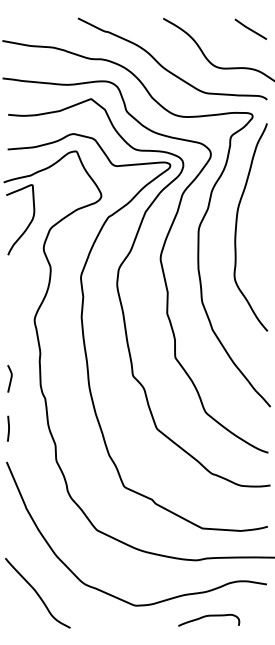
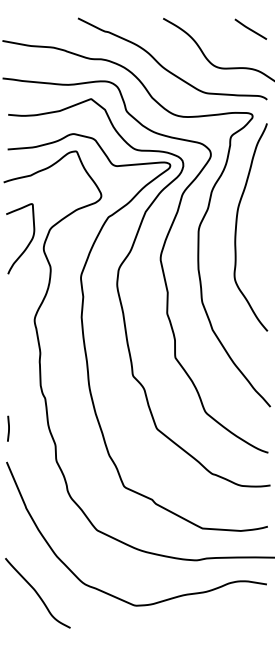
curve at (27, 225) position: (27, 225) -> (27, 244)
curve at (10, 378): present -> none
curve at (209, 616): present -> none
